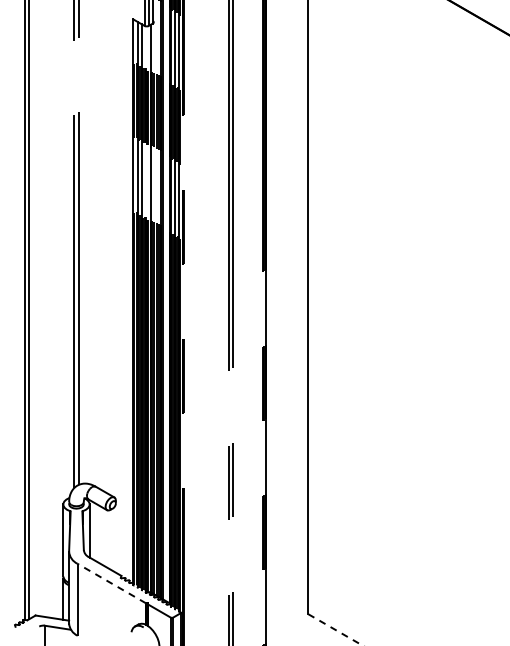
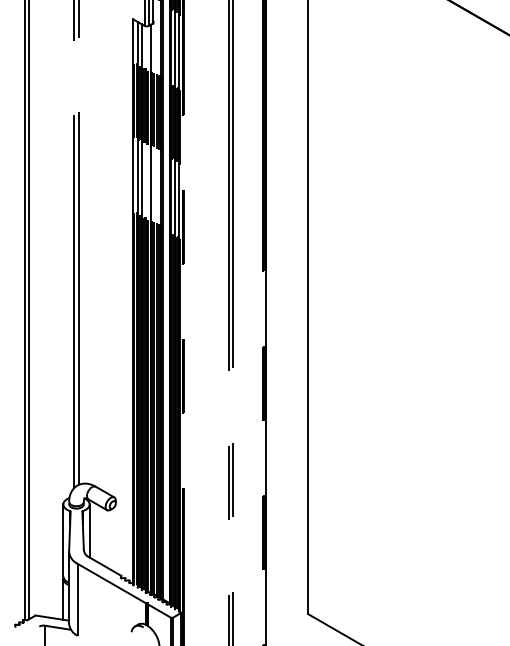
line at (111, 583): dashed -> solid
line at (335, 630): dashed -> solid
